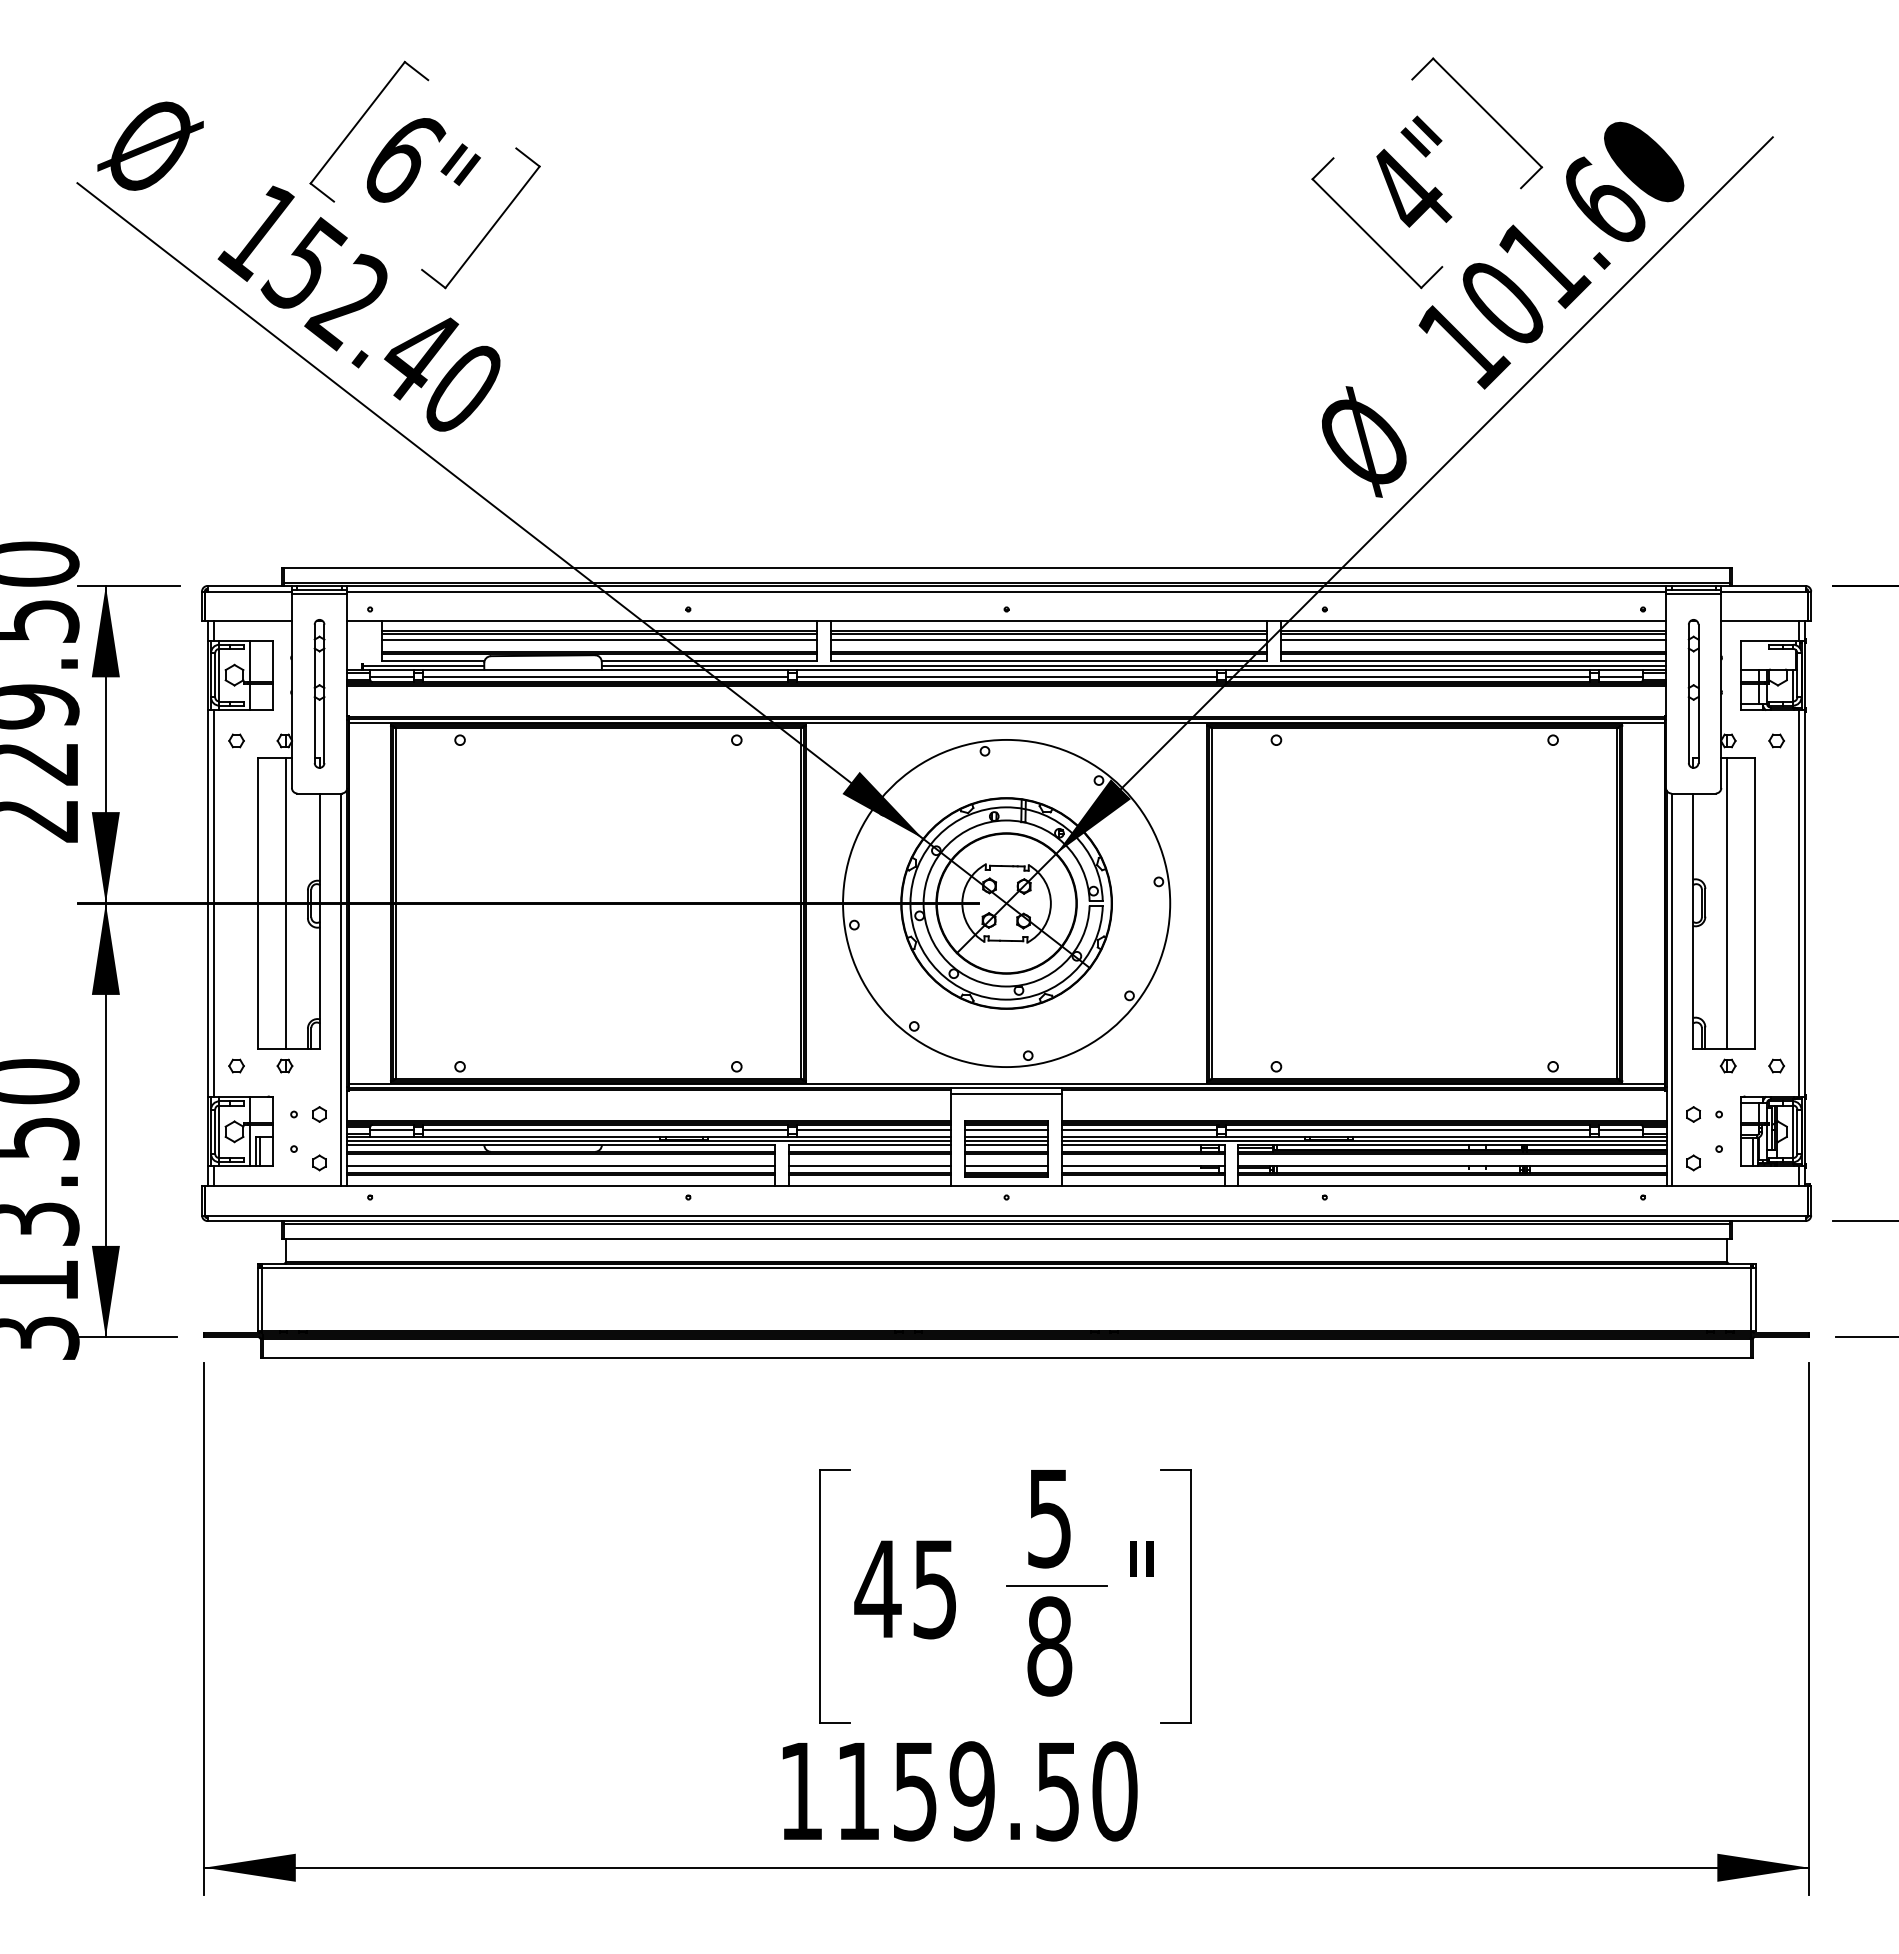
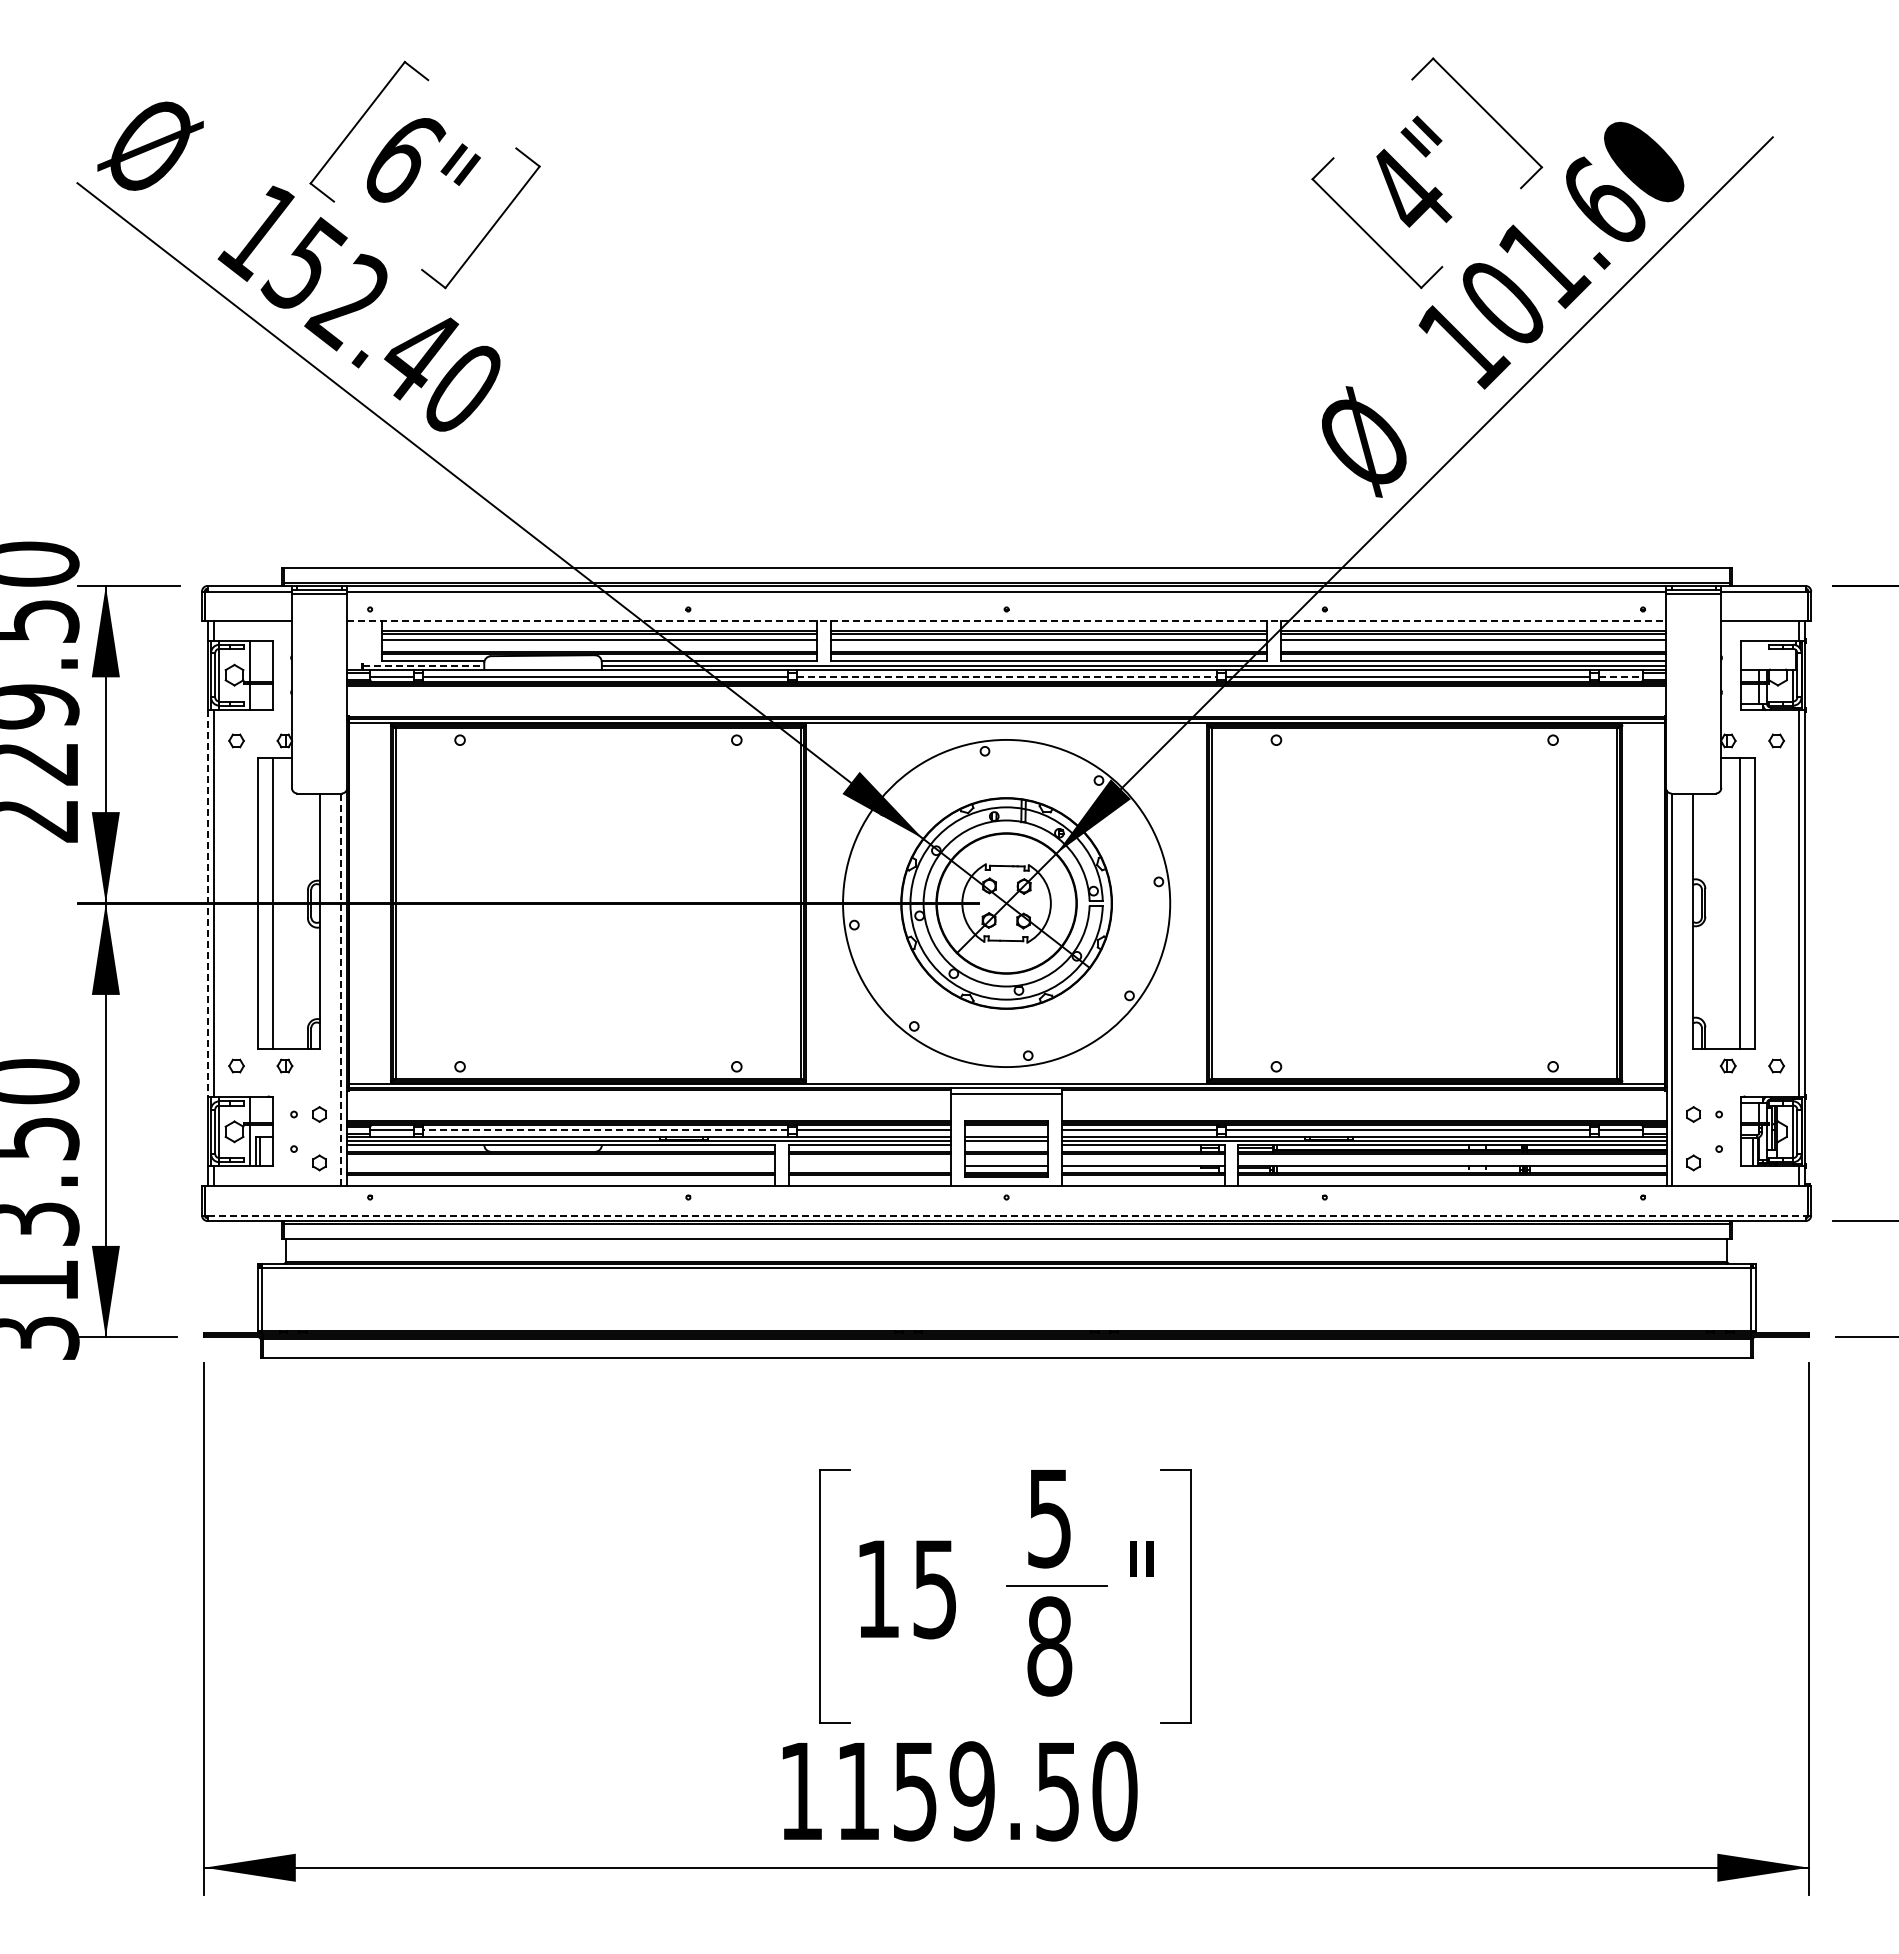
line at (1007, 620): solid -> dashed
line at (423, 665): solid -> dashed
line at (1006, 676): solid -> dashed
line at (1621, 676): solid -> dashed
part at (319, 693): present -> none
part at (1693, 693): present -> none
line at (285, 903) position: (285, 903) -> (272, 903)
line at (1727, 903) position: (1727, 903) -> (1740, 903)
line at (208, 904): solid -> dashed
line at (341, 989): solid -> dashed
line at (604, 1130): solid -> dashed
line at (1006, 1130): present -> none
line at (1006, 1144): present -> none
line at (560, 1166): present -> none
line at (869, 1166): present -> none
line at (1007, 1215): solid -> dashed
text at (877, 1588): 45 -> 15
